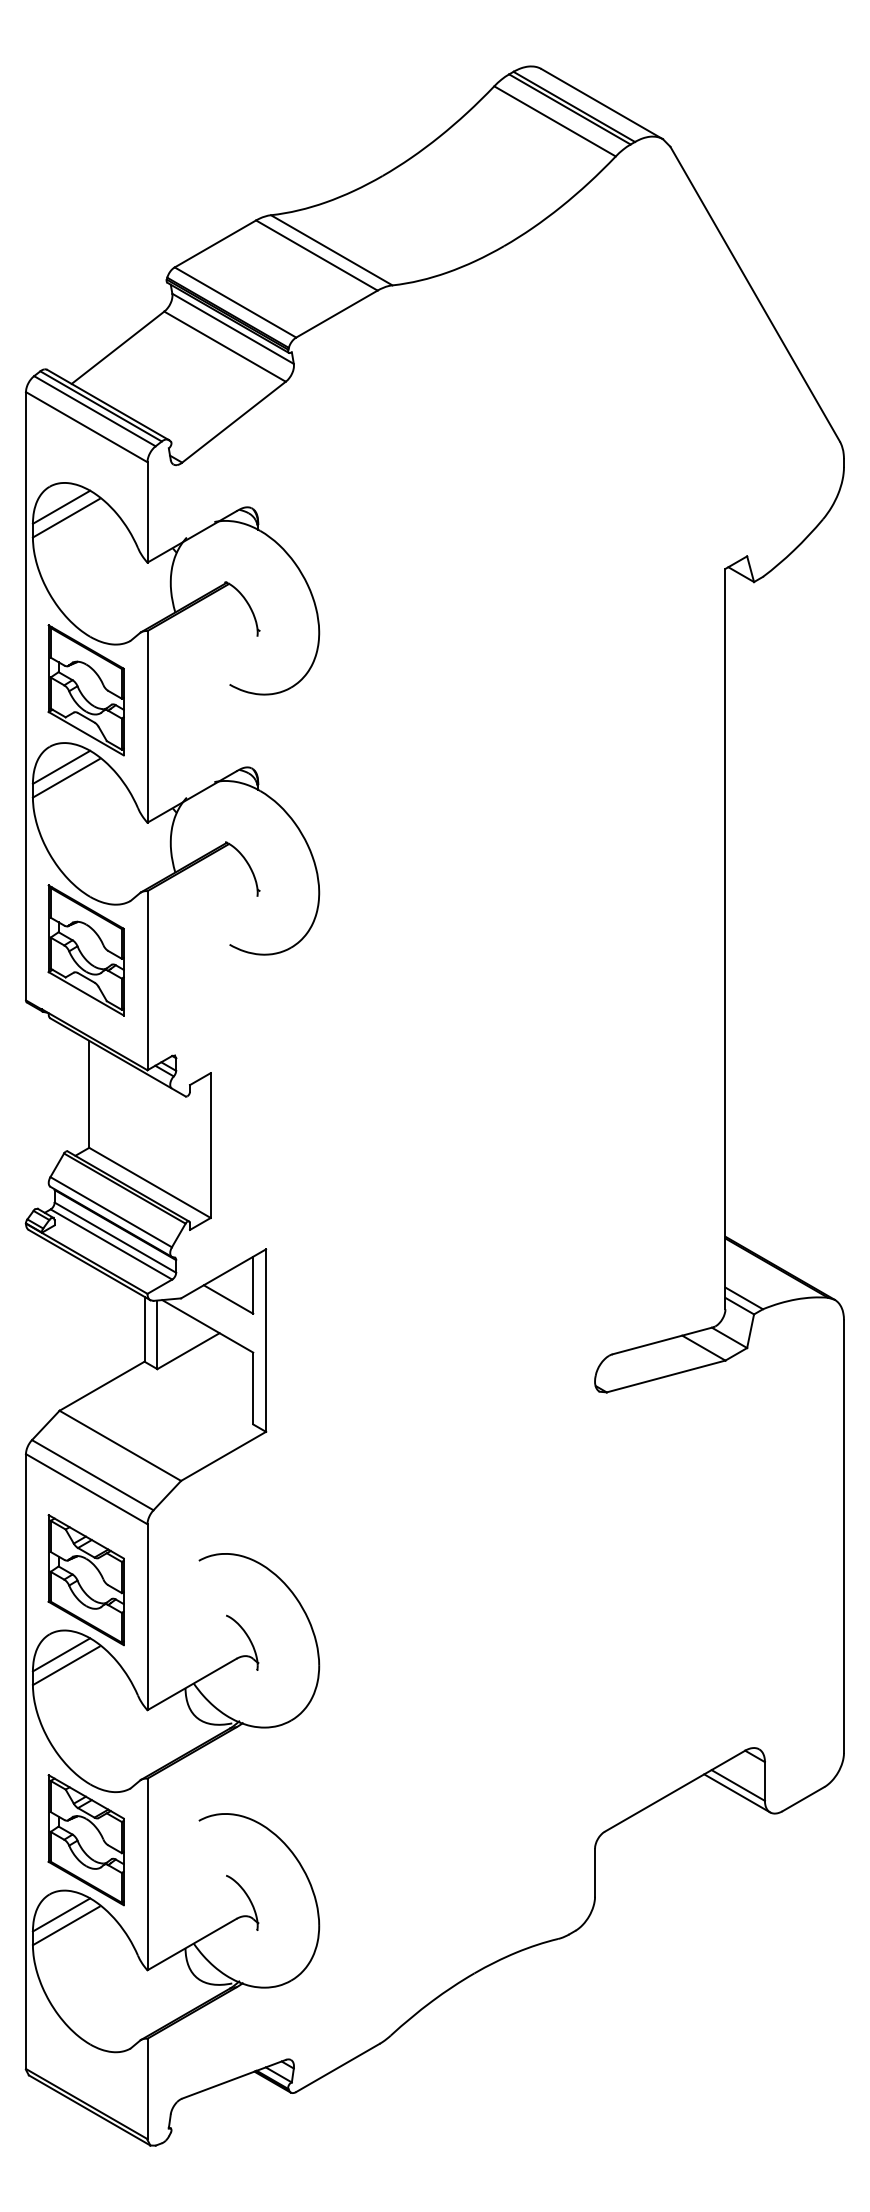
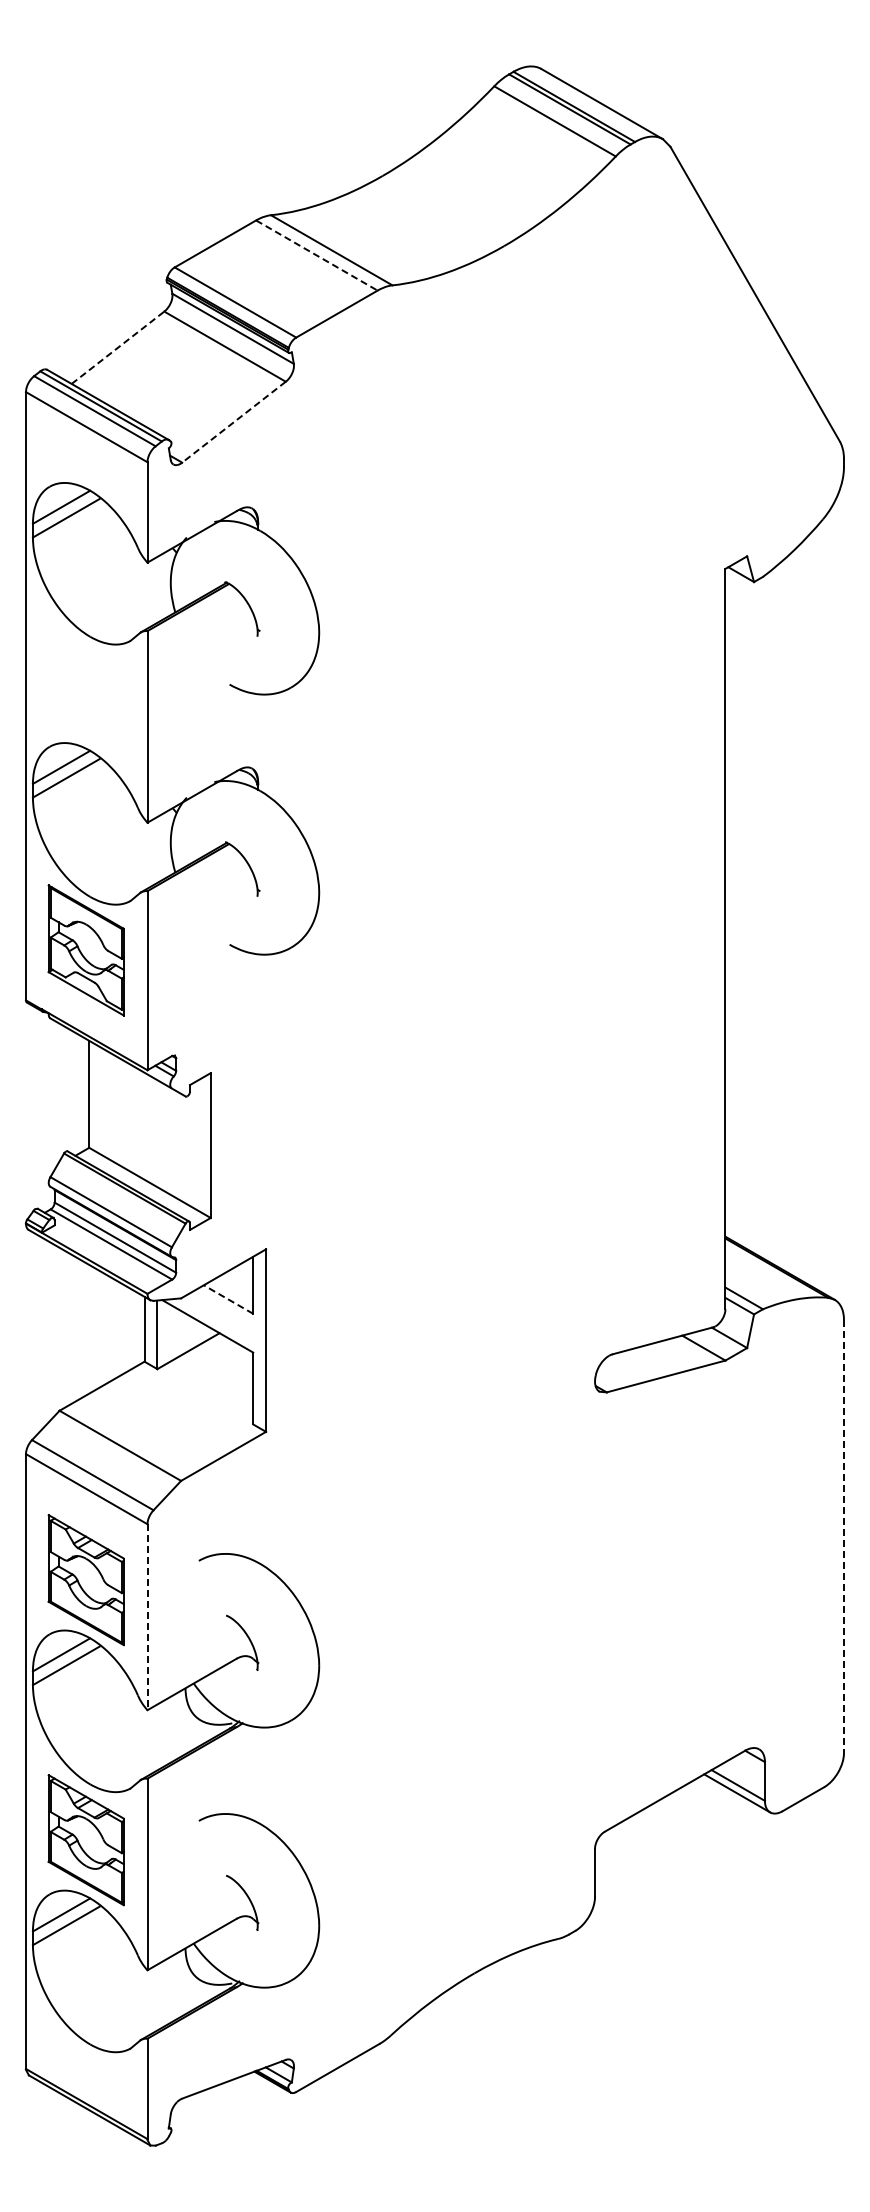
line at (317, 255): solid -> dashed
line at (117, 347): solid -> dashed
line at (234, 422): solid -> dashed
part at (85, 690): present -> none
line at (228, 1299): solid -> dashed
line at (843, 1537): solid -> dashed
line at (147, 1617): solid -> dashed
